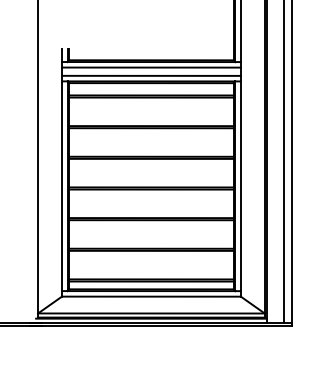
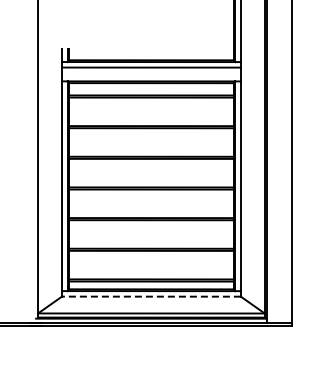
line at (150, 75): present -> none
line at (283, 162): present -> none
line at (150, 296): solid -> dashed
